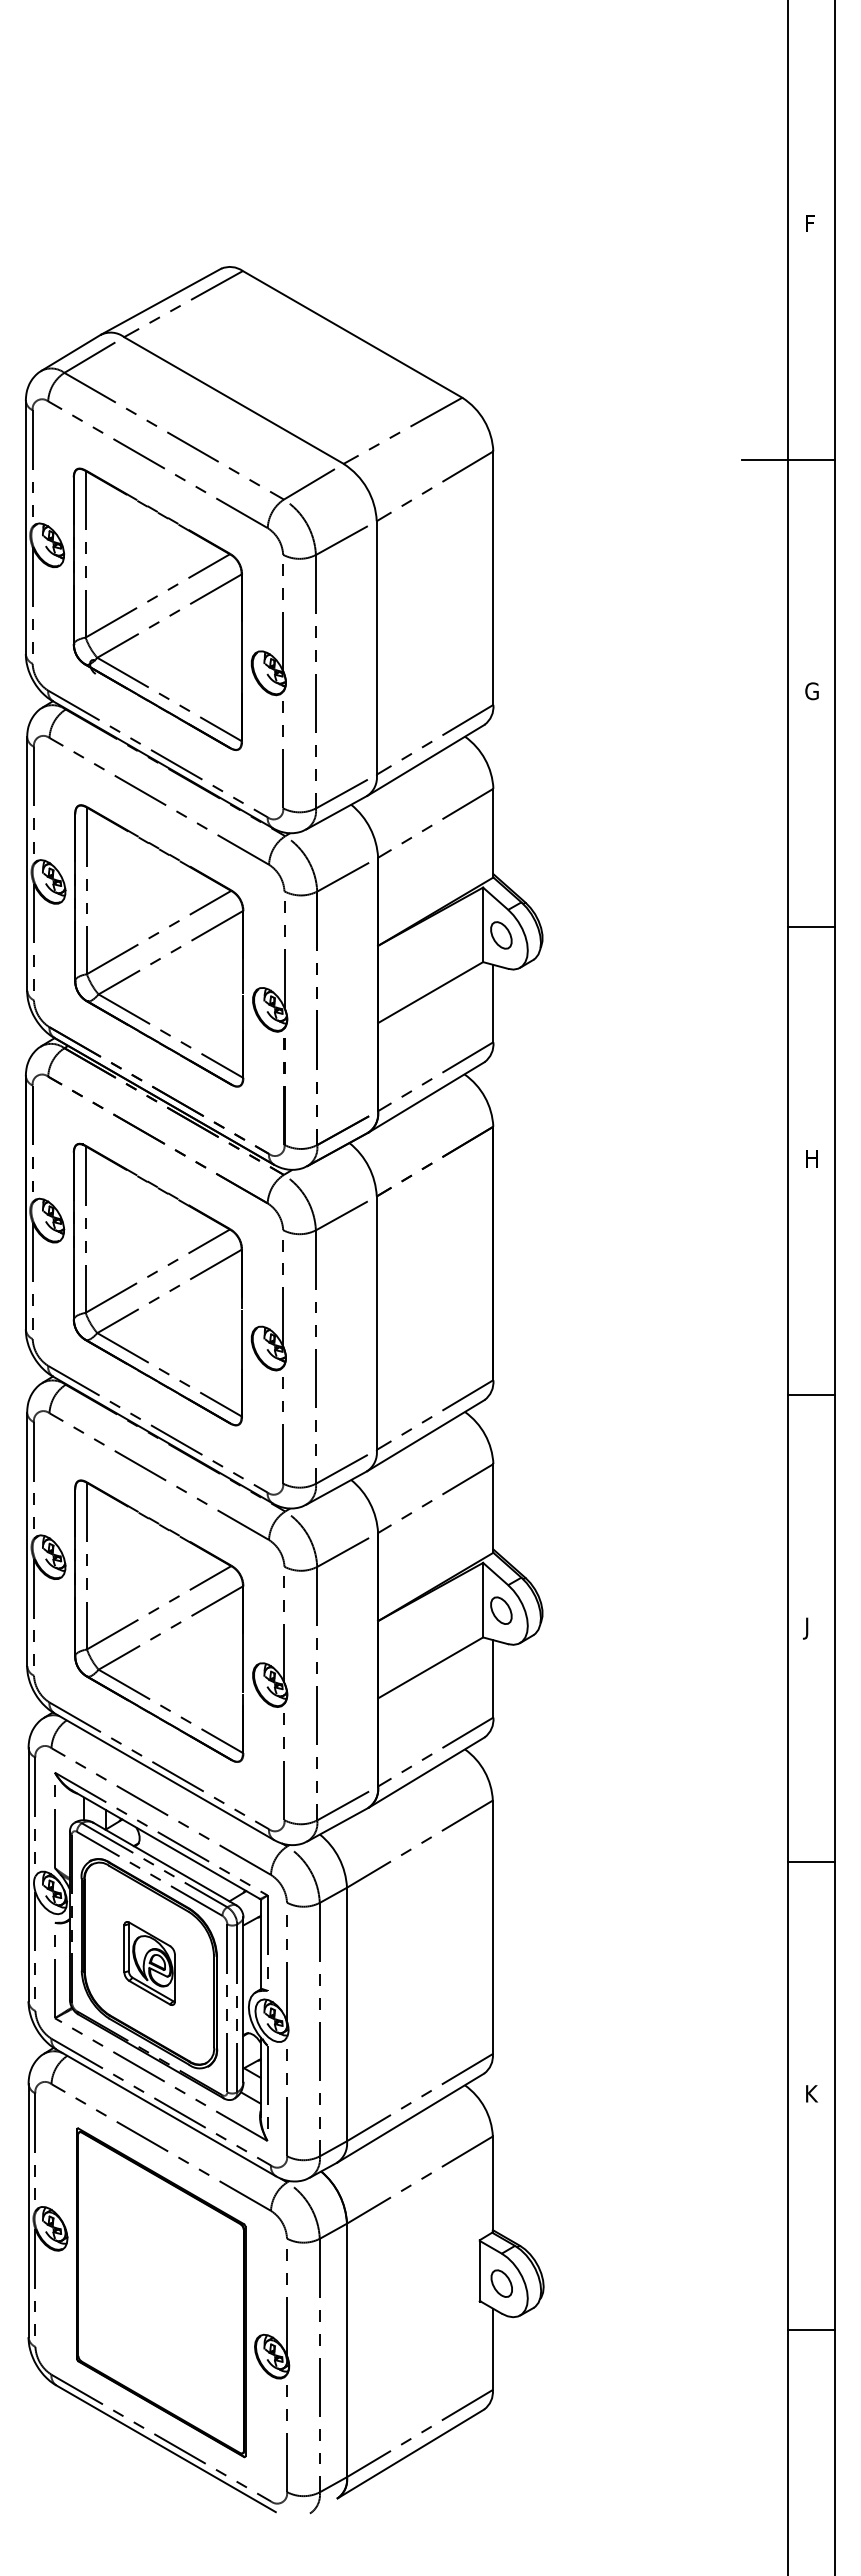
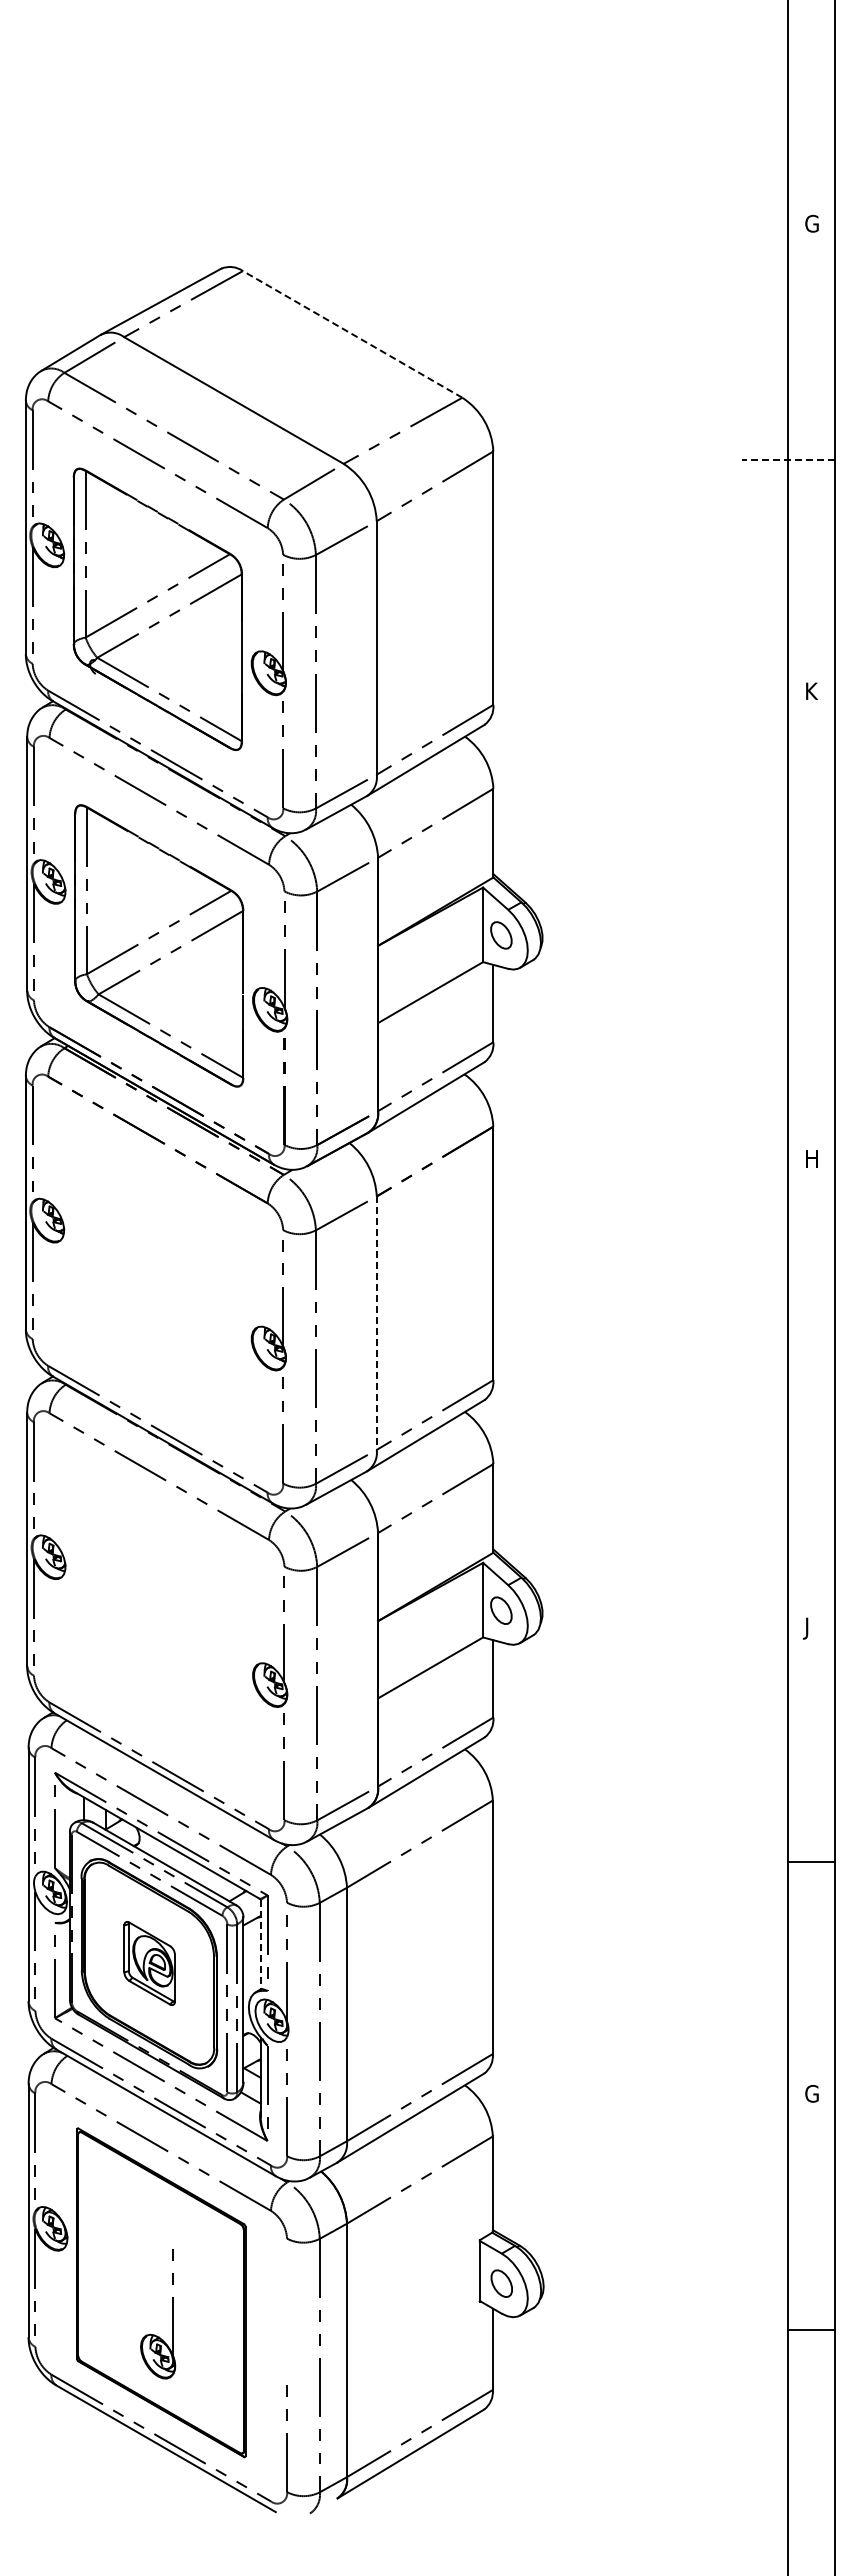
text at (811, 223): F -> G
line at (352, 334): solid -> dashed
line at (788, 459): solid -> dashed
text at (811, 691): G -> K
line at (811, 927): present -> none
part at (152, 1275): present -> none
line at (376, 1323): solid -> dashed
line at (811, 1394): present -> none
part at (153, 1612): present -> none
line at (260, 1944): solid -> dashed
text at (811, 2093): K -> G
part at (286, 2314) position: (286, 2314) -> (172, 2314)
